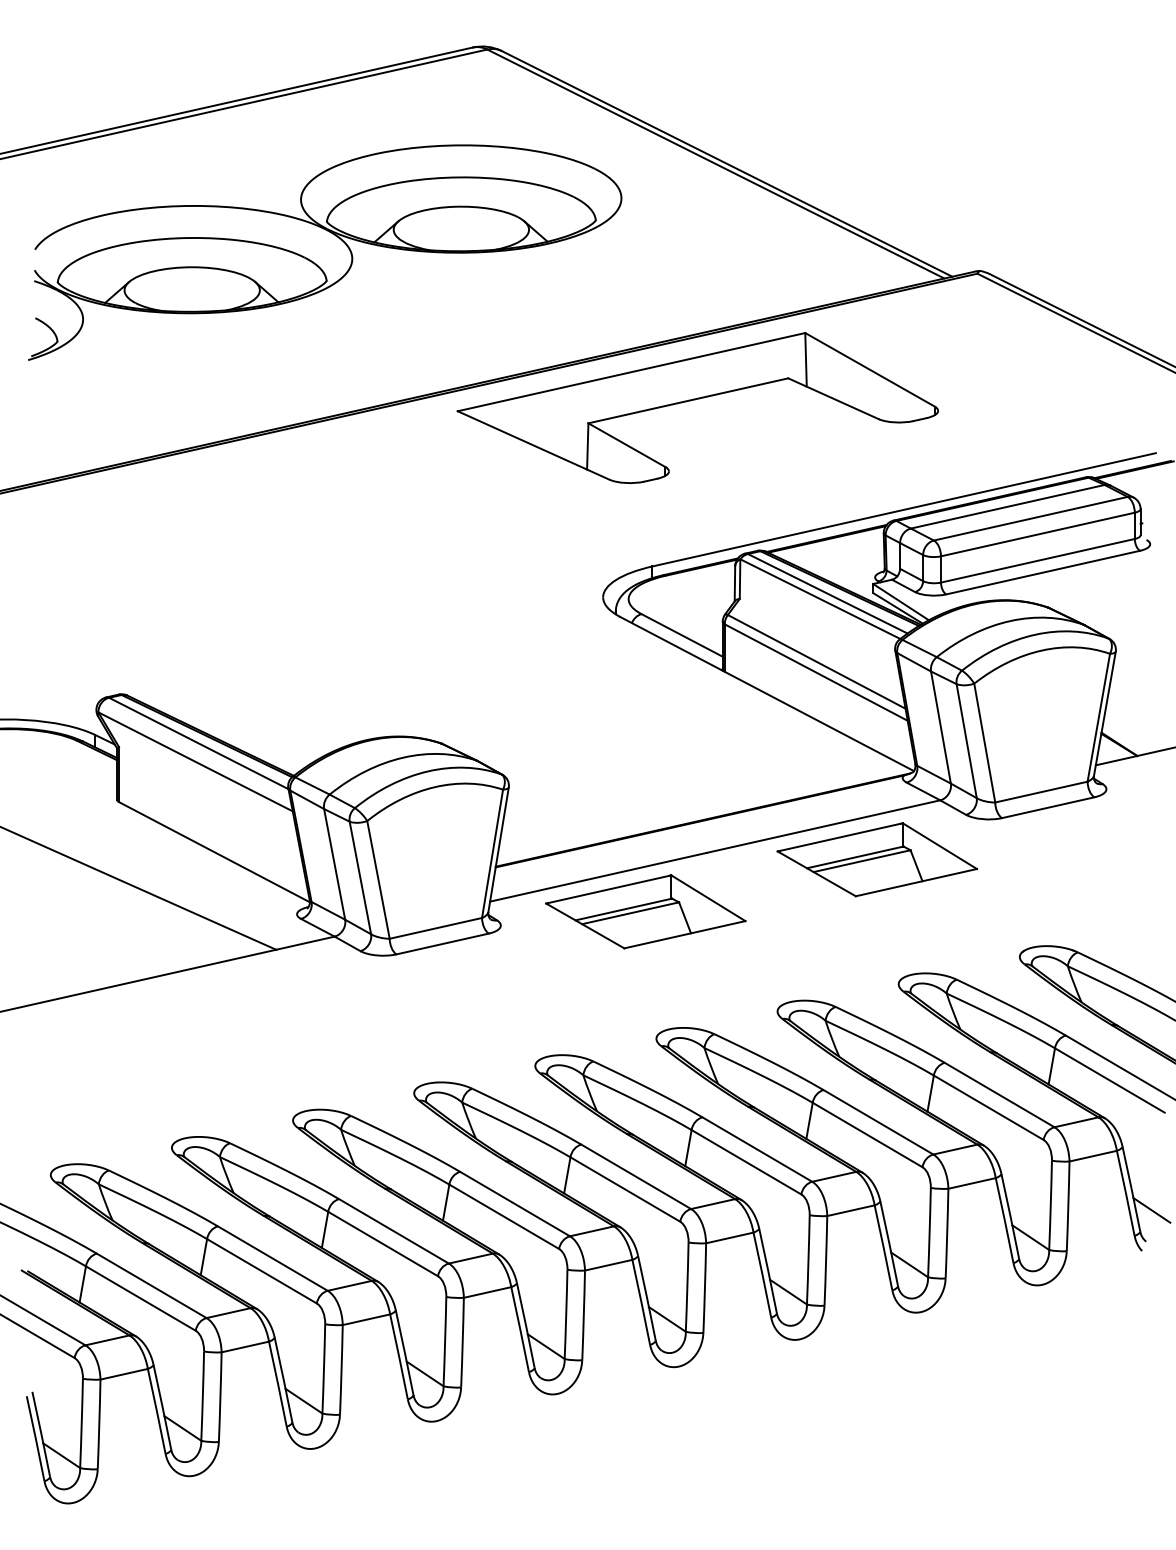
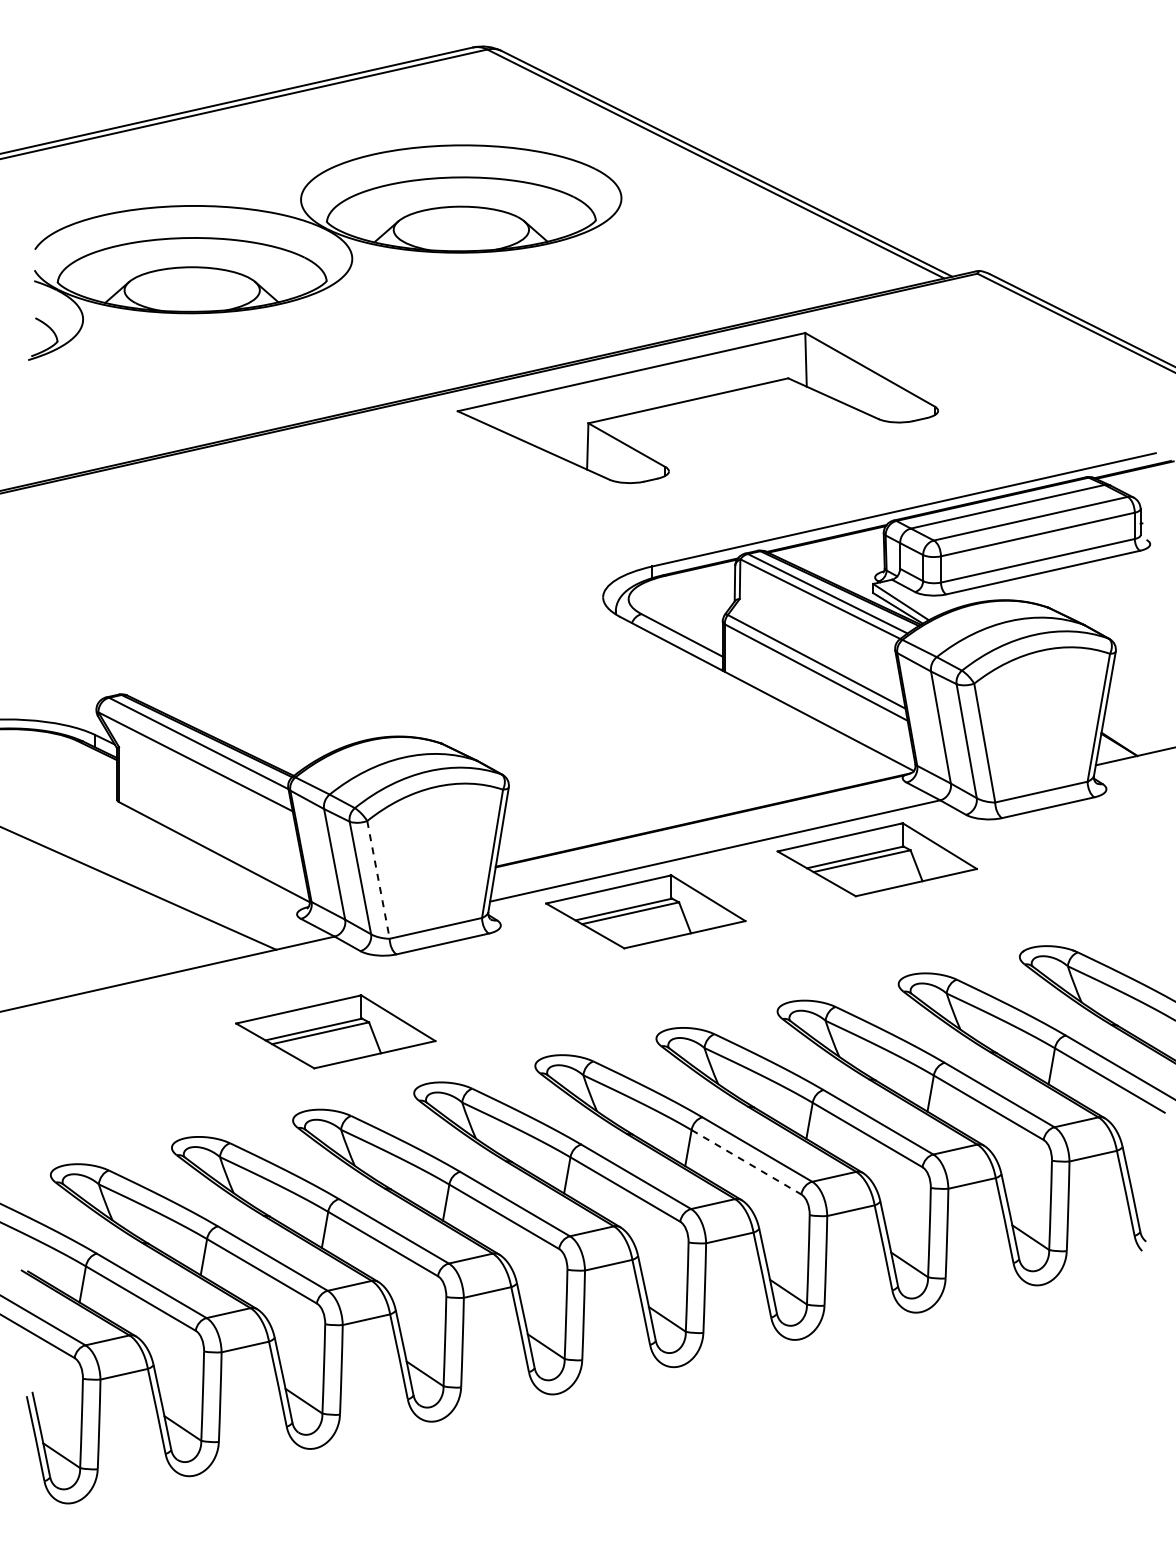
line at (378, 879): solid -> dashed
part at (335, 1031): none -> present
line at (746, 1162): solid -> dashed
line at (1151, 1210): present -> none
